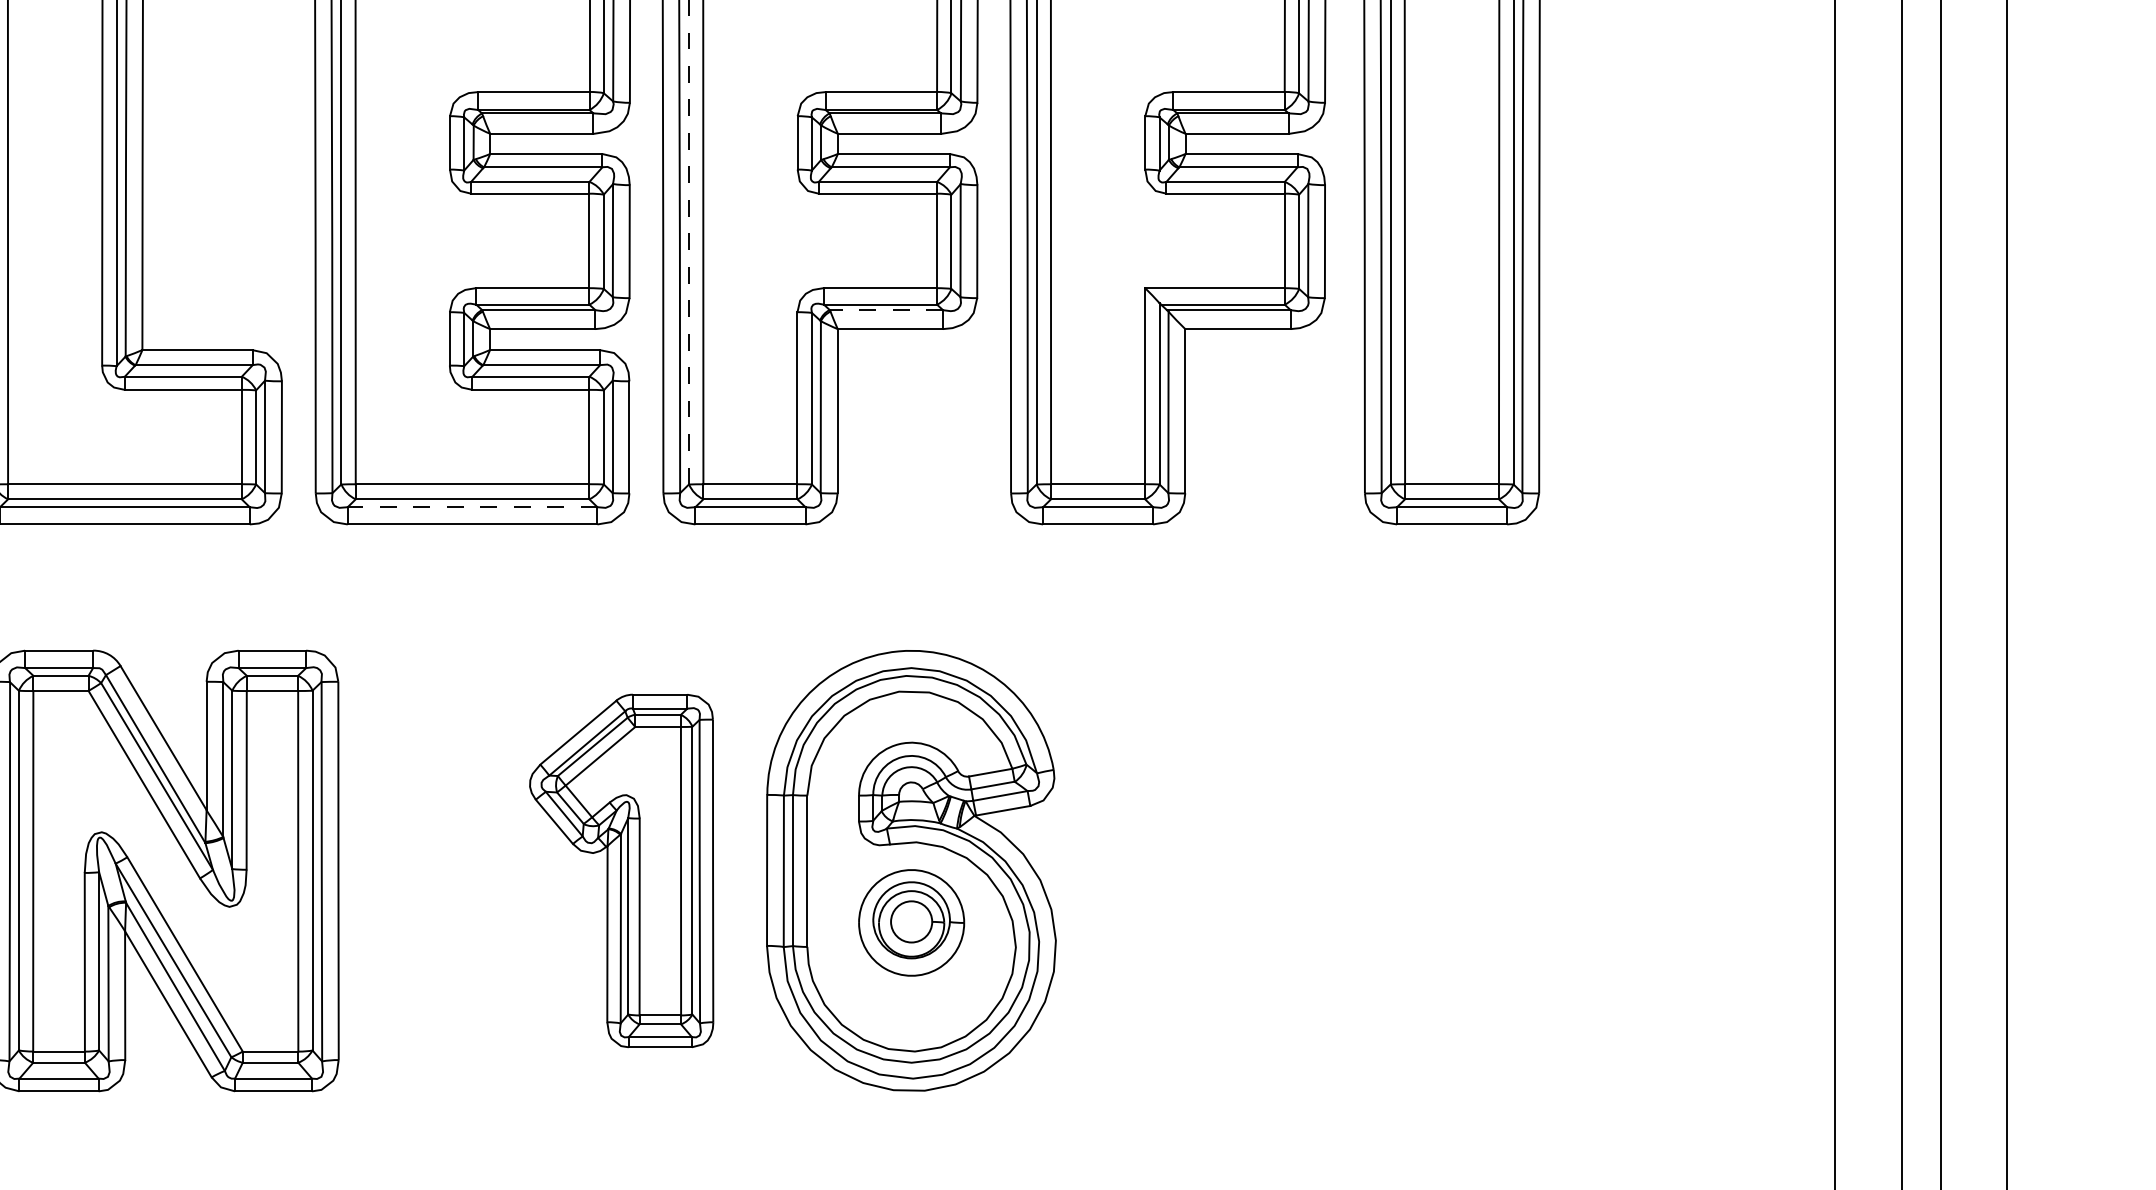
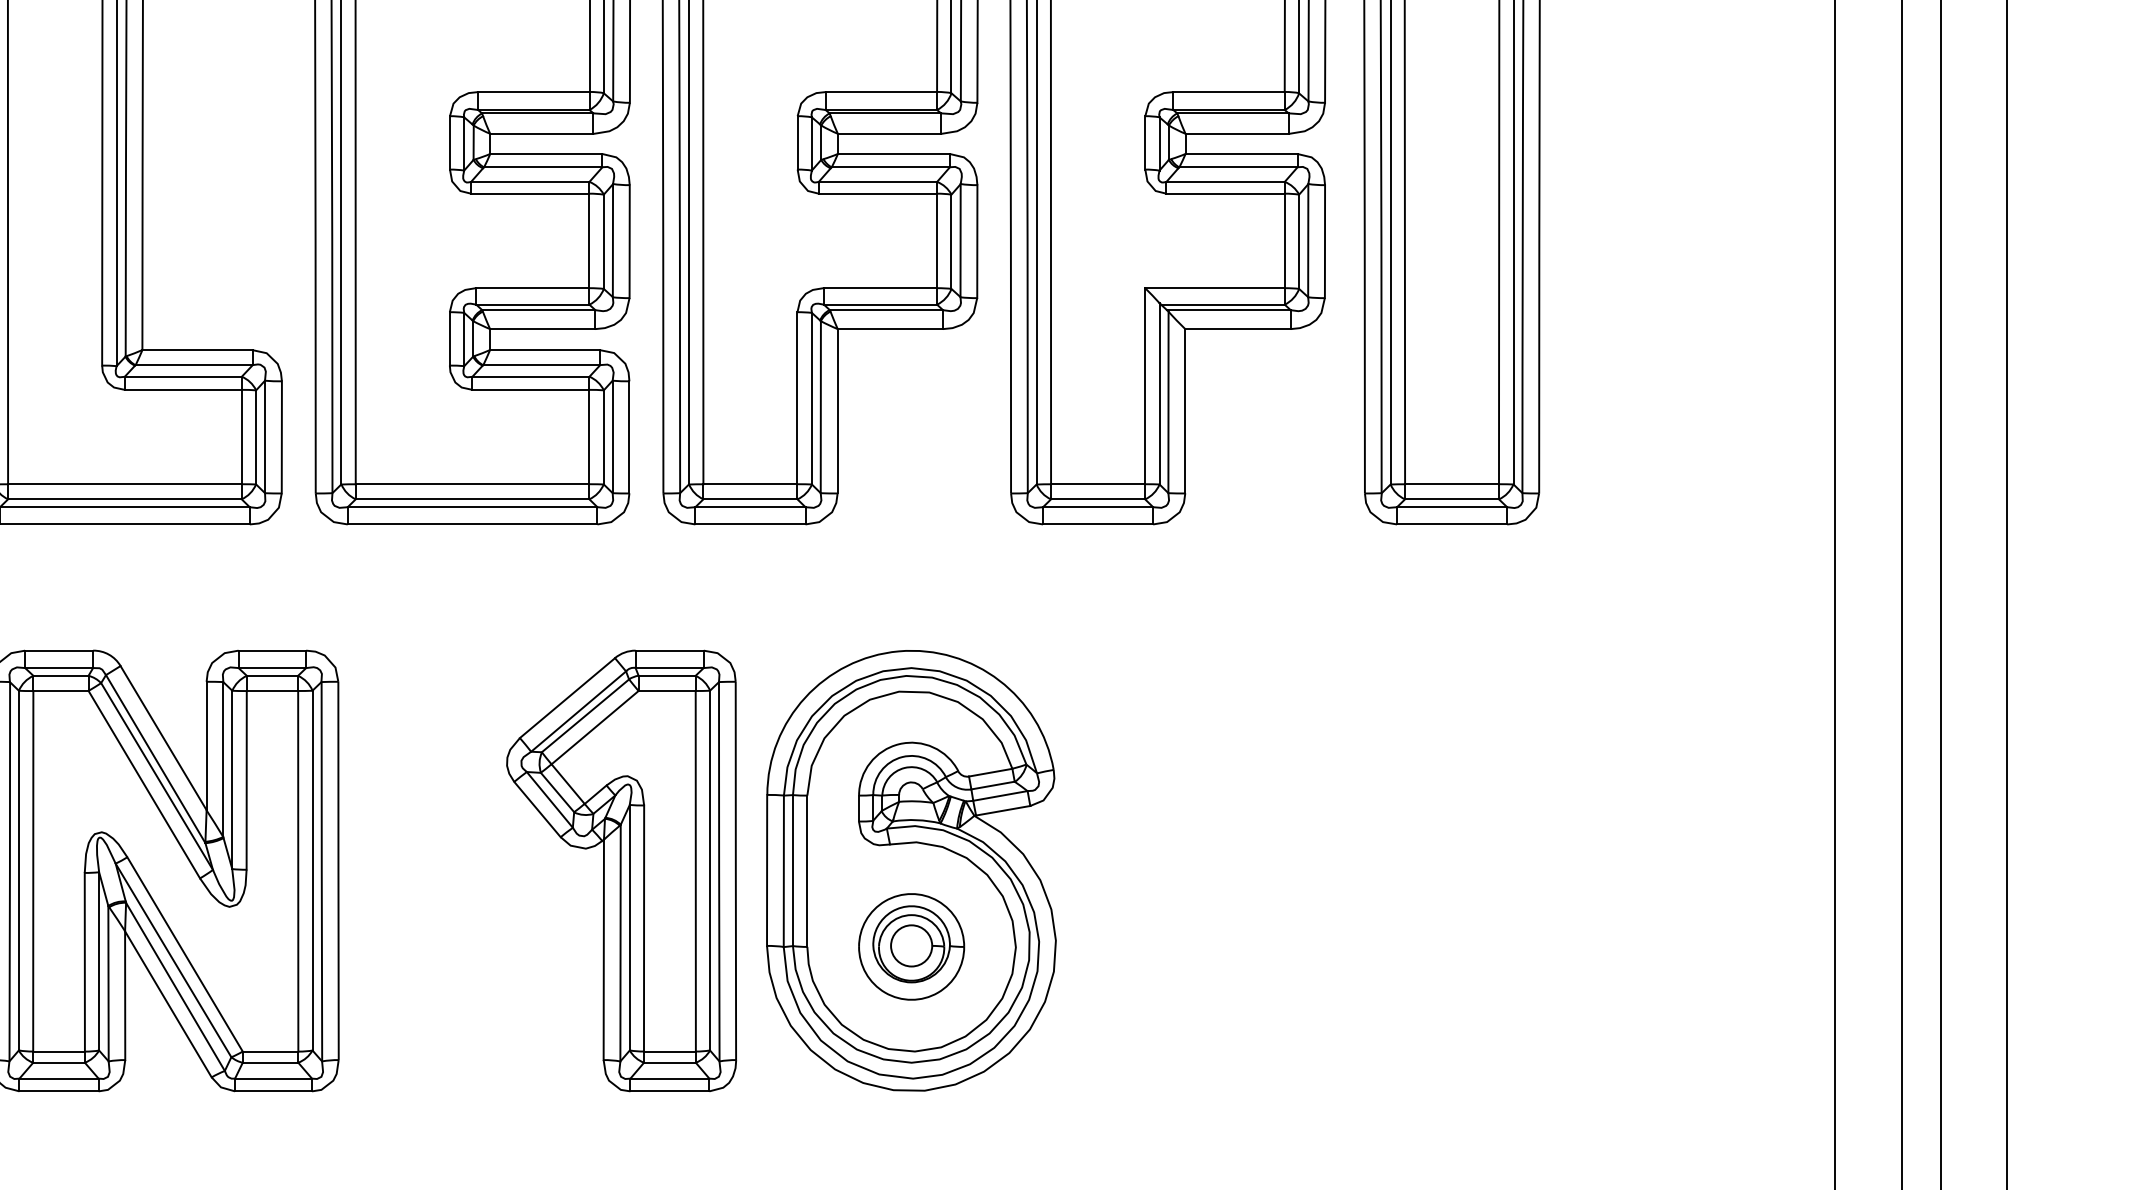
line at (689, 242): dashed -> solid
line at (886, 310): dashed -> solid
line at (472, 507): dashed -> solid
part at (621, 870) size: 186x356 px -> 232x444 px
part at (911, 922) position: (911, 922) -> (911, 946)
